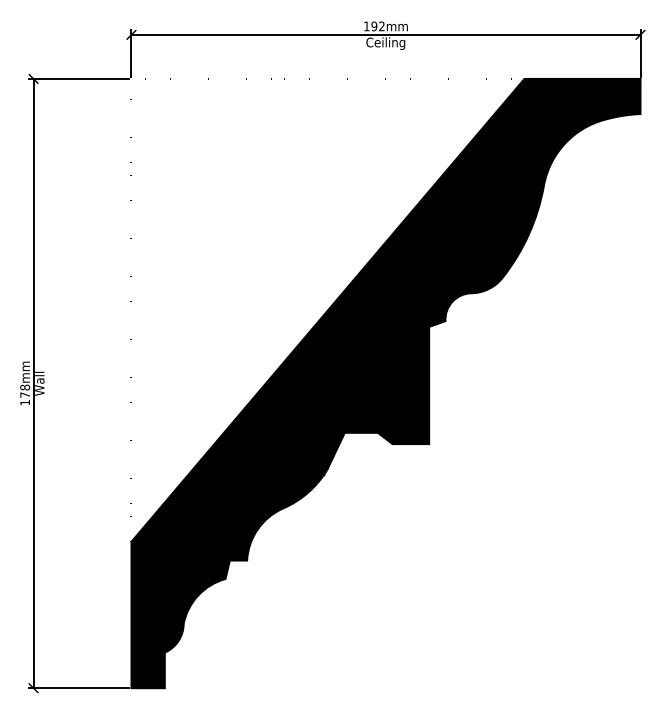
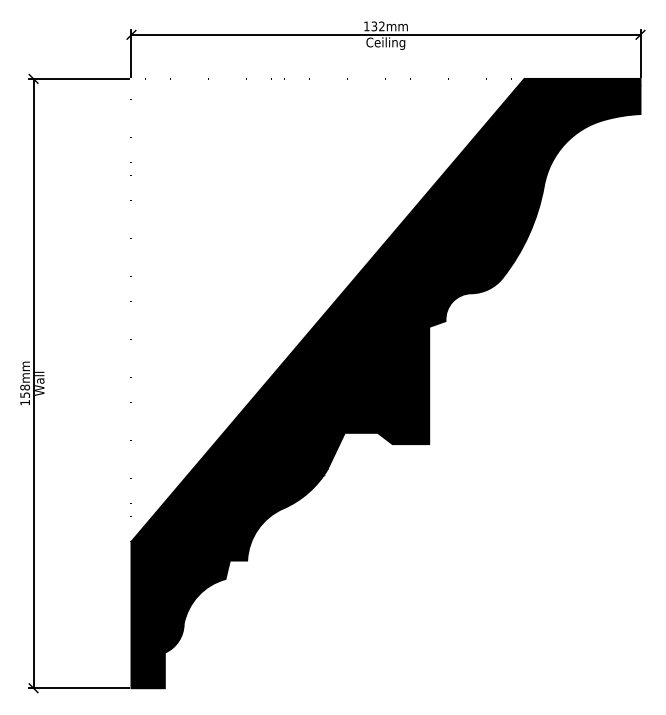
text at (374, 26): 192mm -> 132mm
text at (25, 394): 178mm -> 158mm
